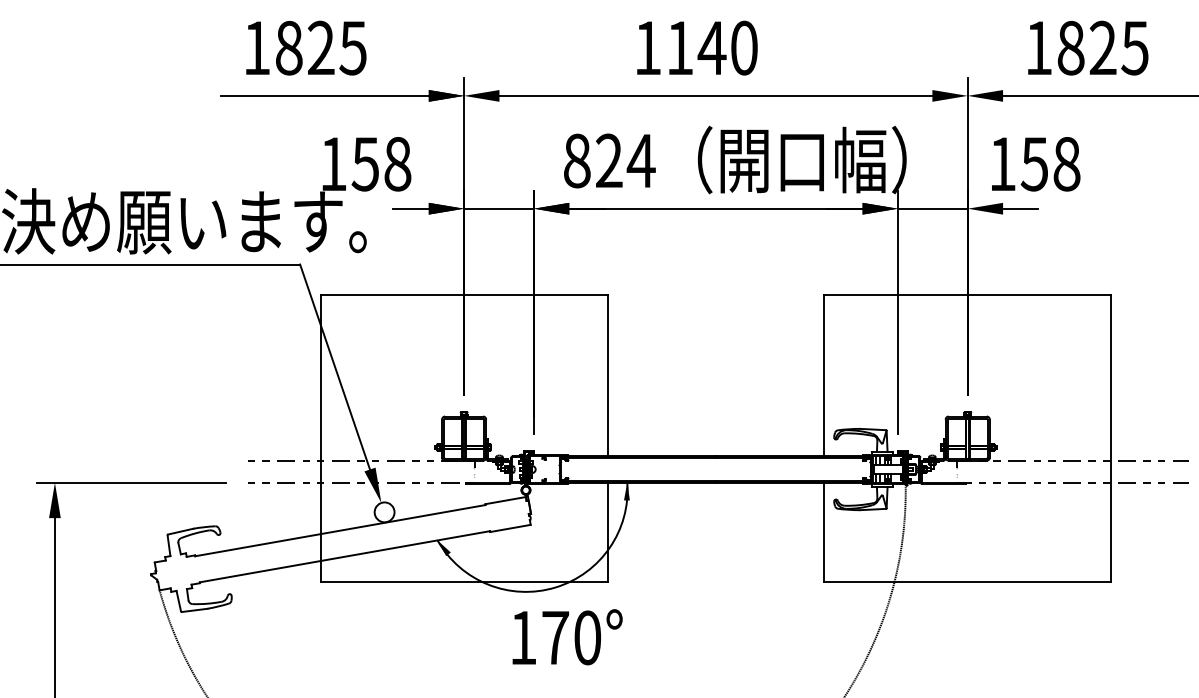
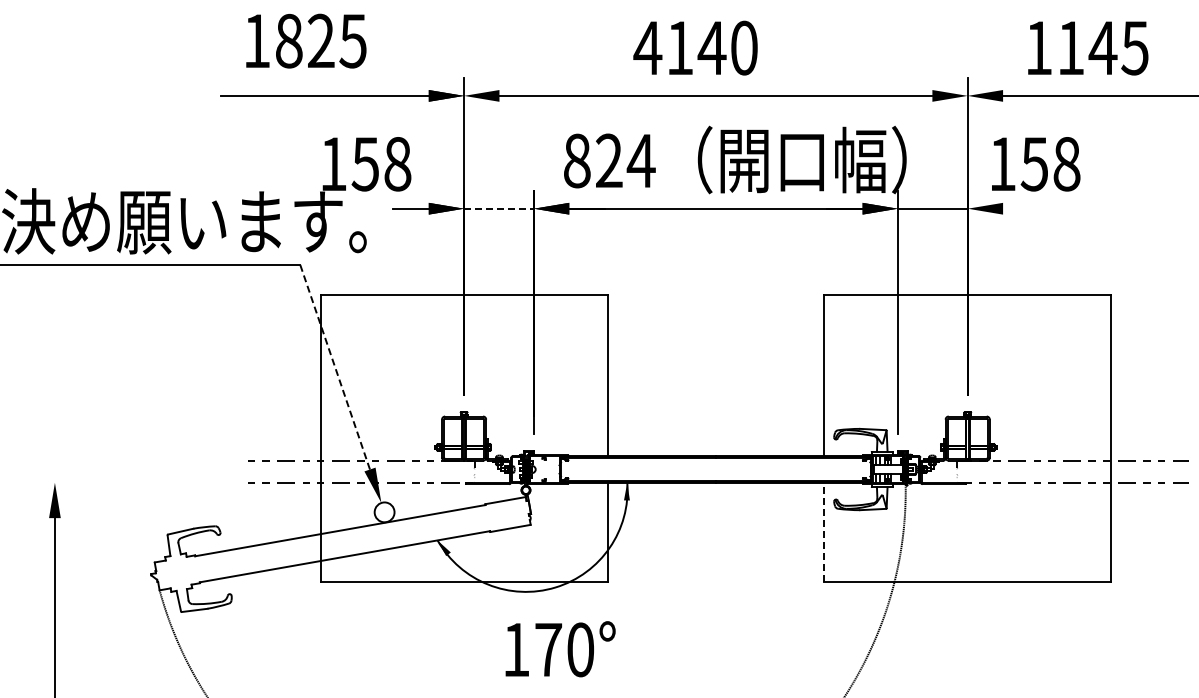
text at (306, 47) position: (306, 47) -> (306, 40)
text at (647, 47): 1140 -> 4140
text at (1087, 47): 1825 -> 1145
line at (499, 208): solid -> dashed
line at (1020, 208): present -> none
line at (334, 366): solid -> dashed
line at (131, 482): present -> none
line at (824, 532): solid -> dashed
text at (567, 637) position: (567, 637) -> (560, 649)
